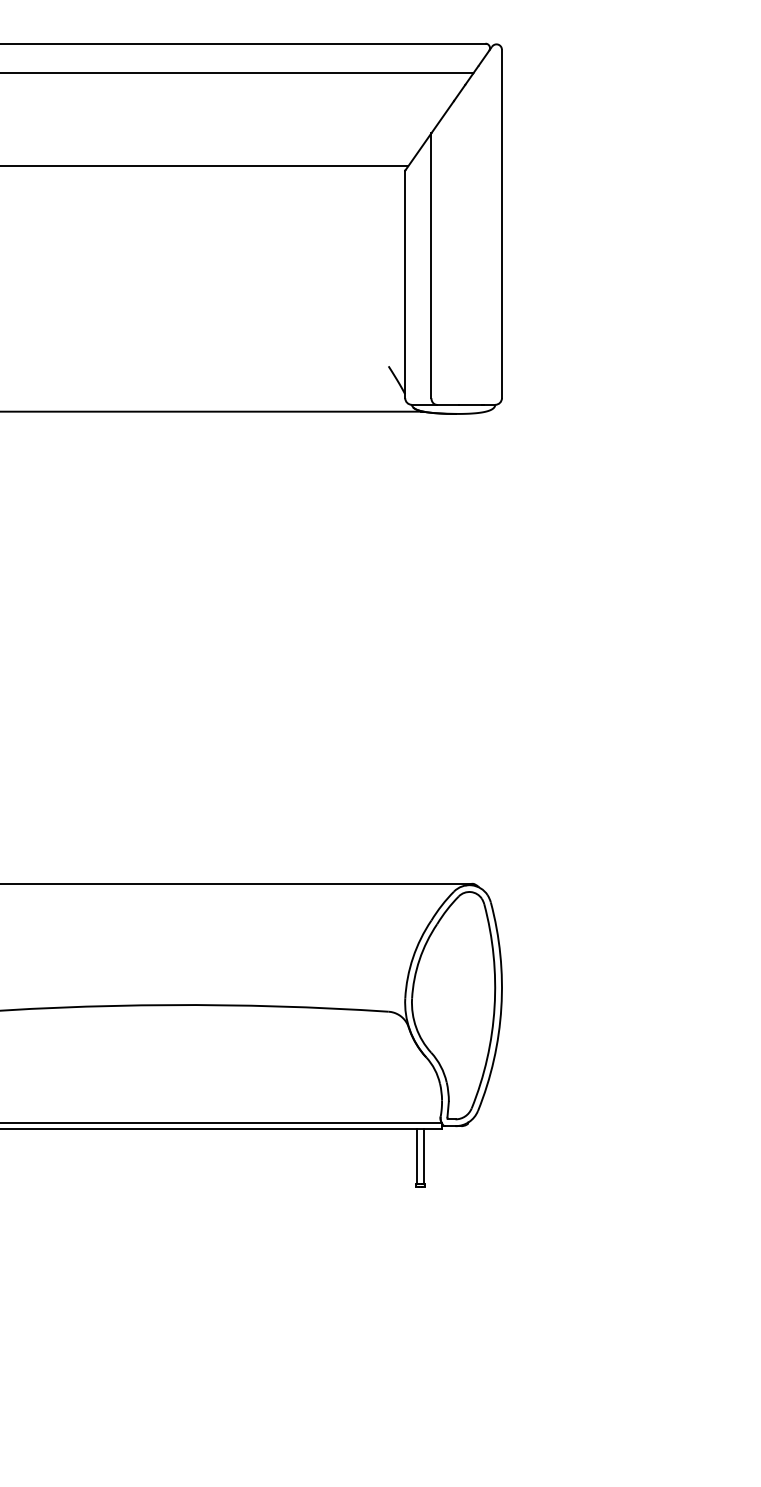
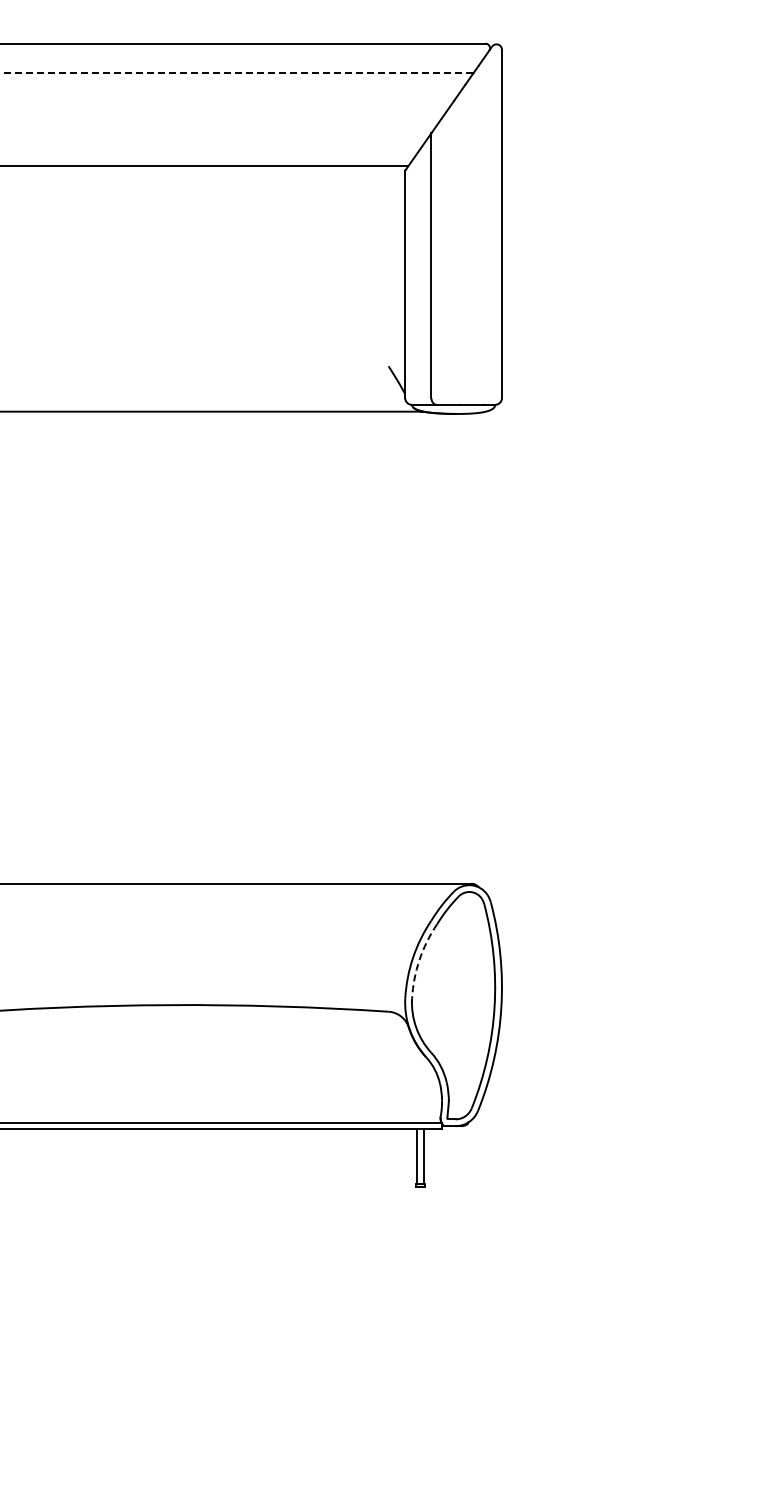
line at (236, 73): solid -> dashed
arc at (419, 959): solid -> dashed
